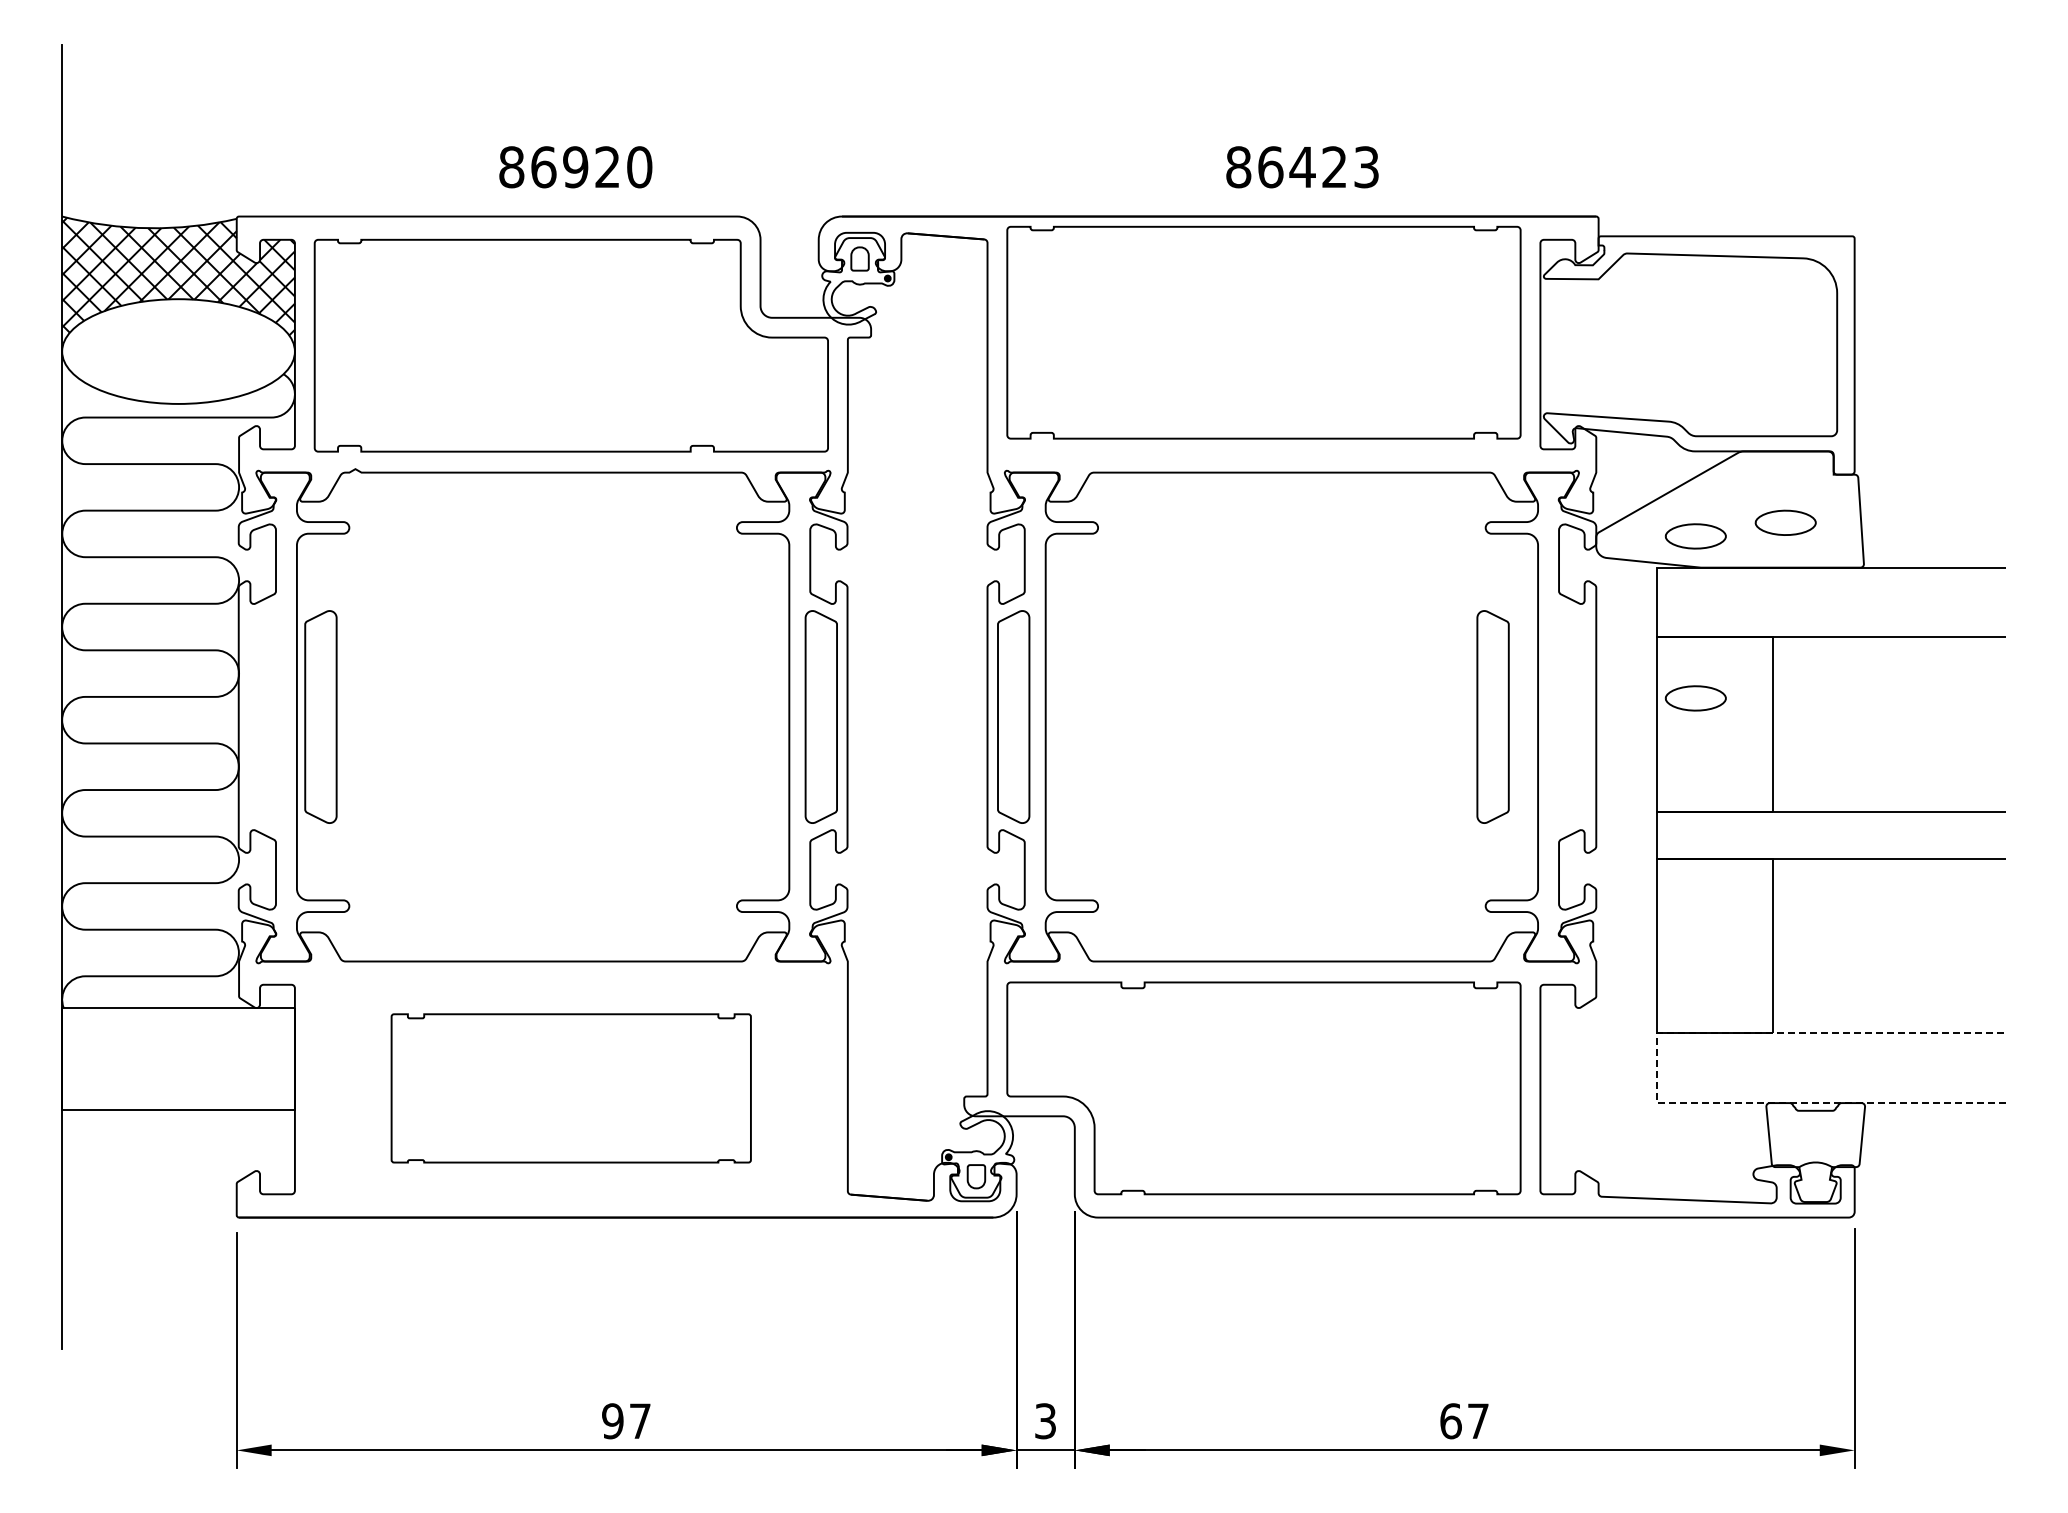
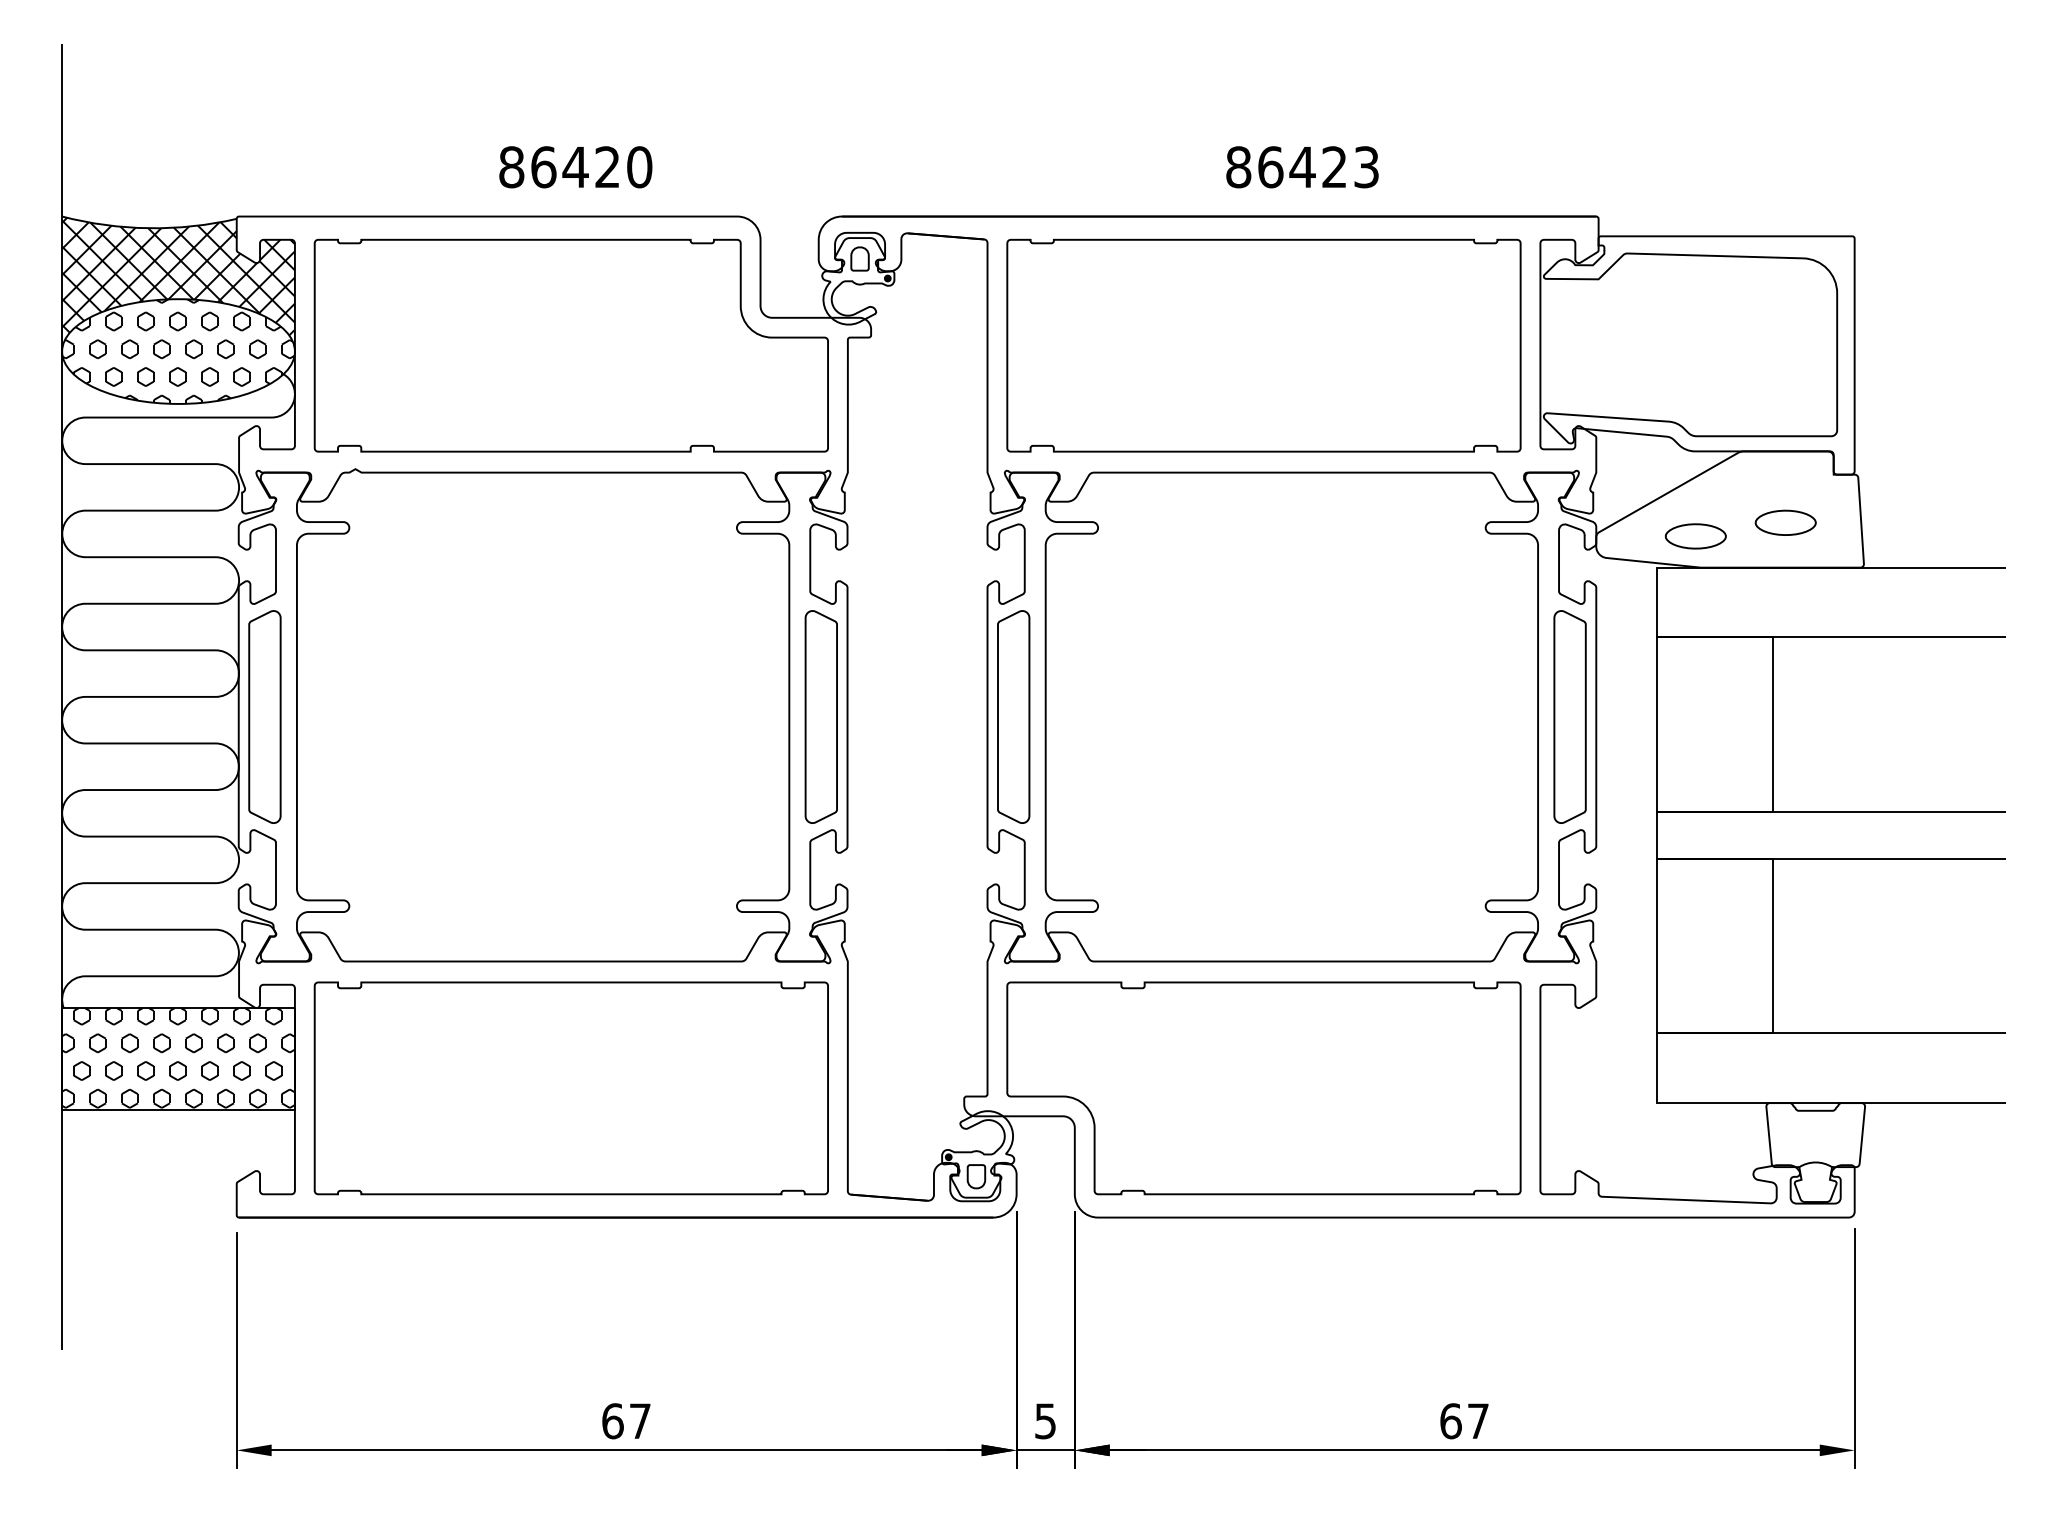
text at (575, 167): 86920 -> 86420
part at (1263, 332) position: (1263, 332) -> (1263, 345)
hatch at (178, 351): none -> present
part at (1695, 698): present -> none
curve at (306, 716) position: (306, 716) -> (250, 716)
curve at (1478, 716) position: (1478, 716) -> (1555, 716)
hatch at (178, 1057): none -> present
line at (1656, 1068): dashed -> solid
part at (570, 1088) size: 362x151 px -> 516x215 px
text at (1045, 1420): 3 -> 5
text at (612, 1421): 97 -> 67
